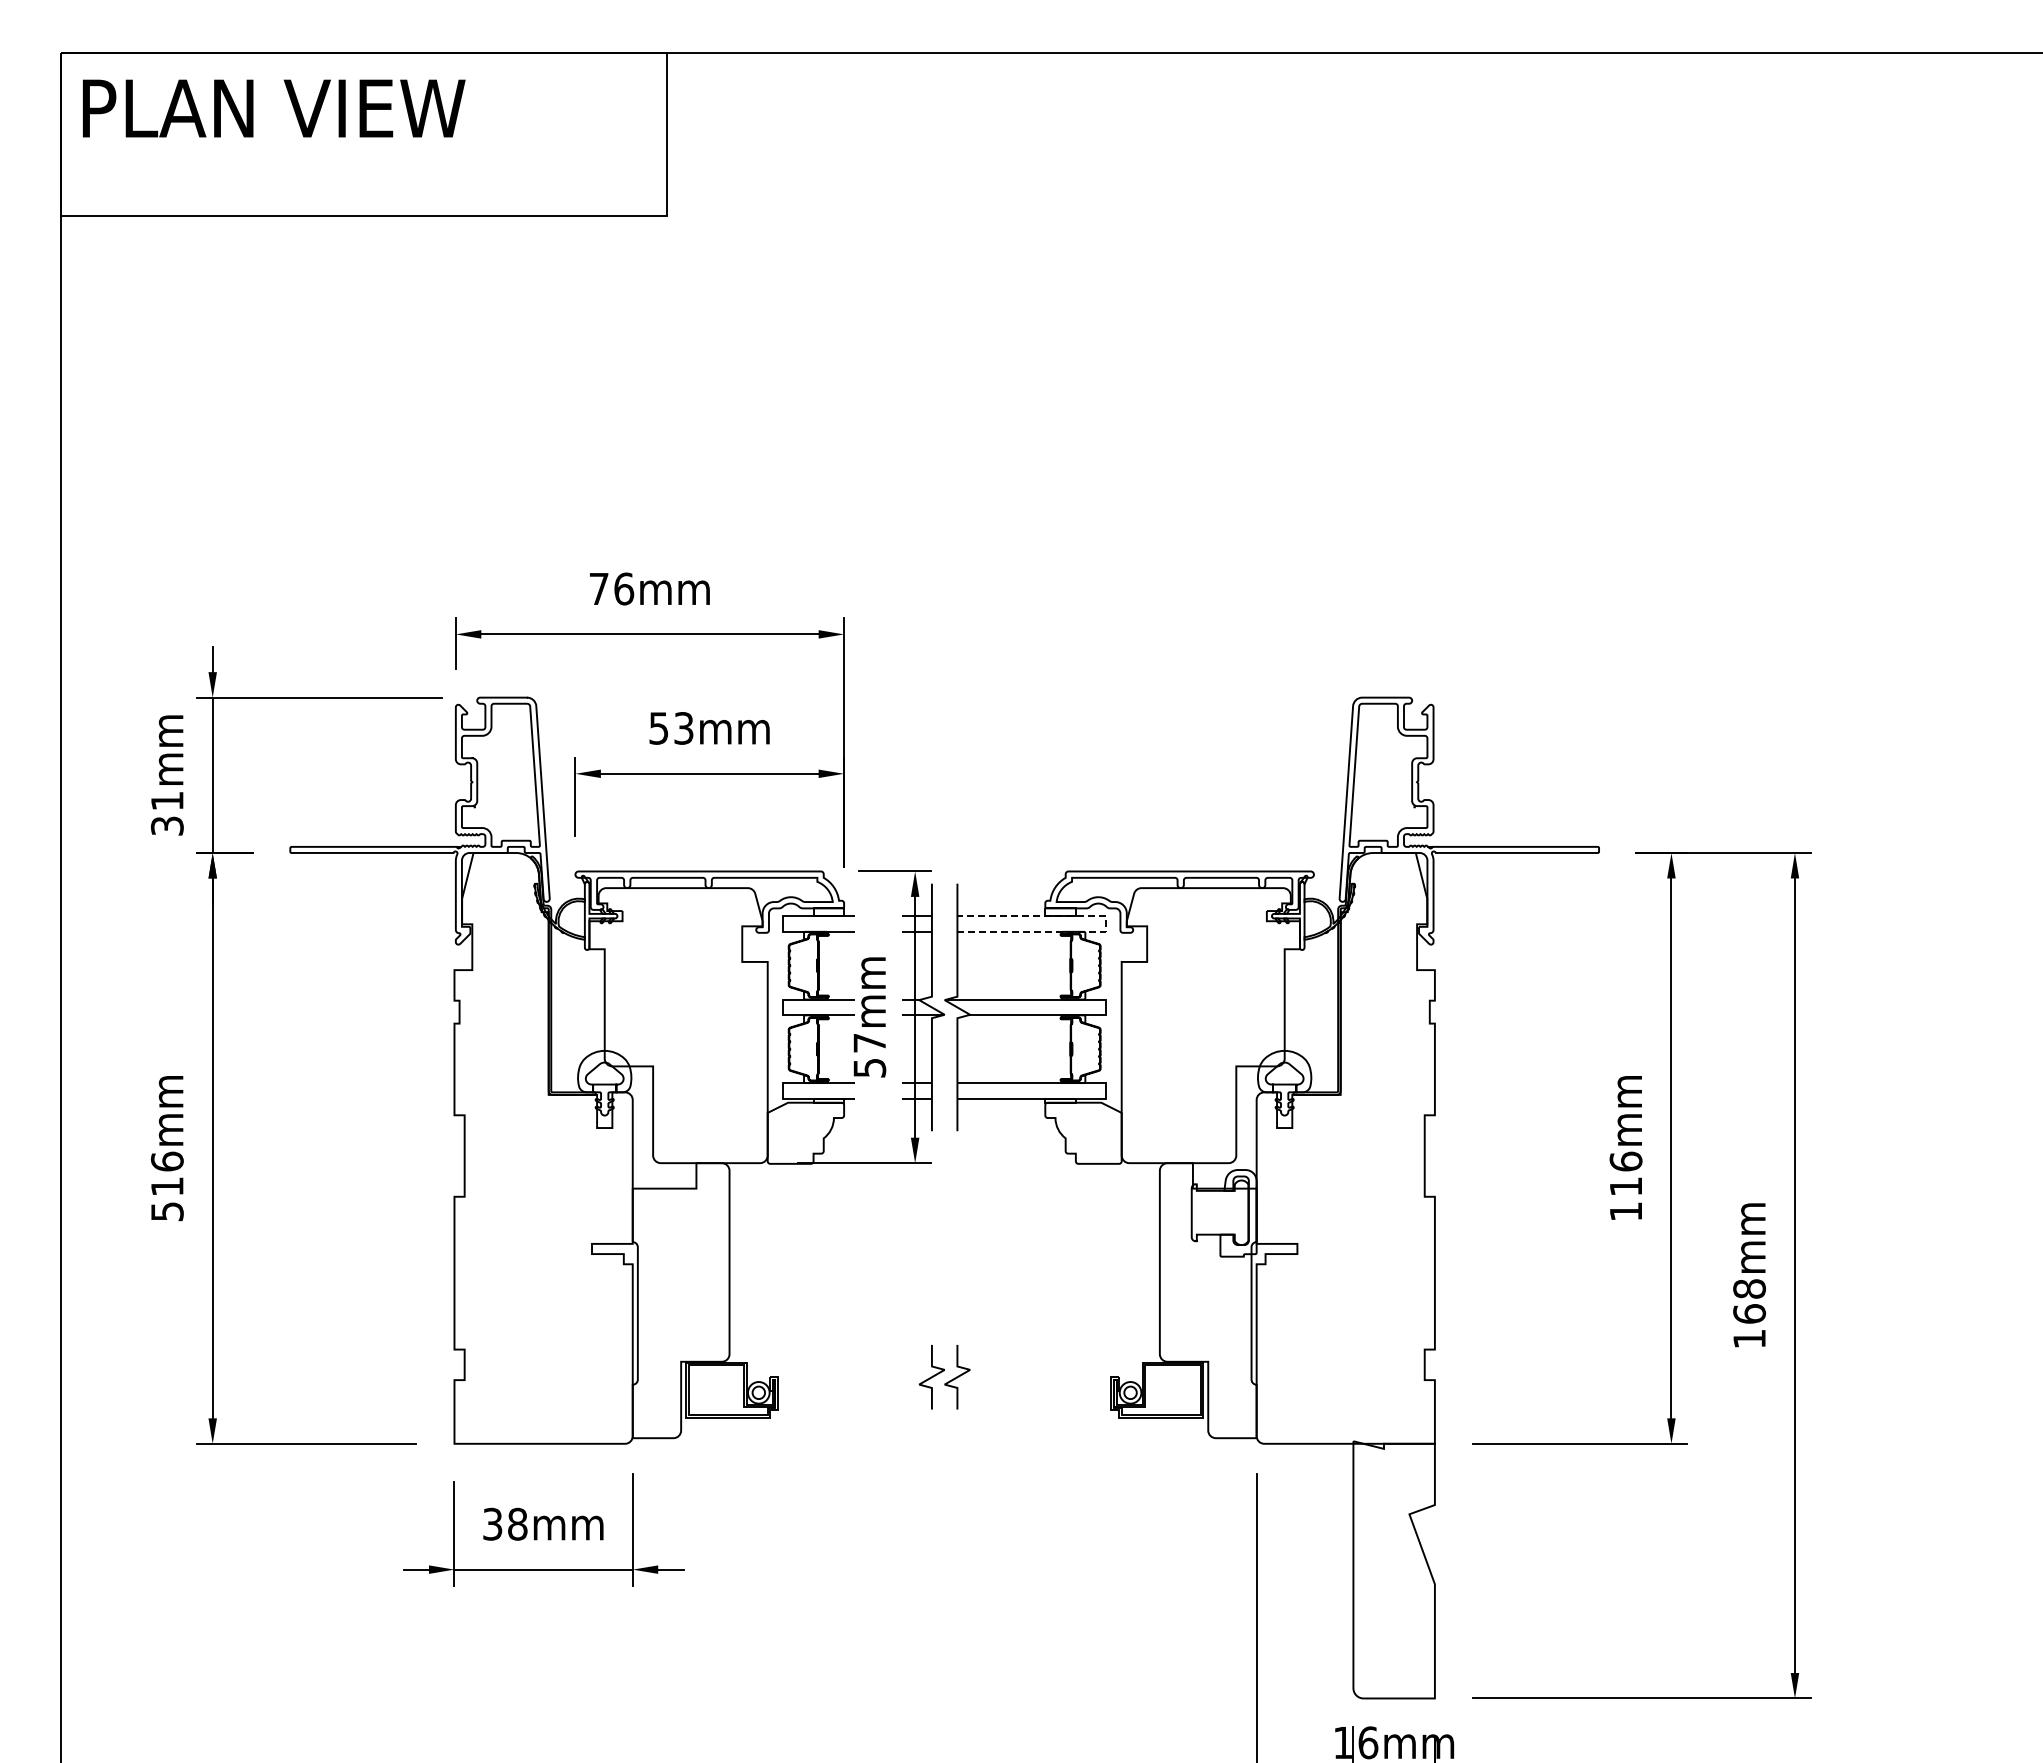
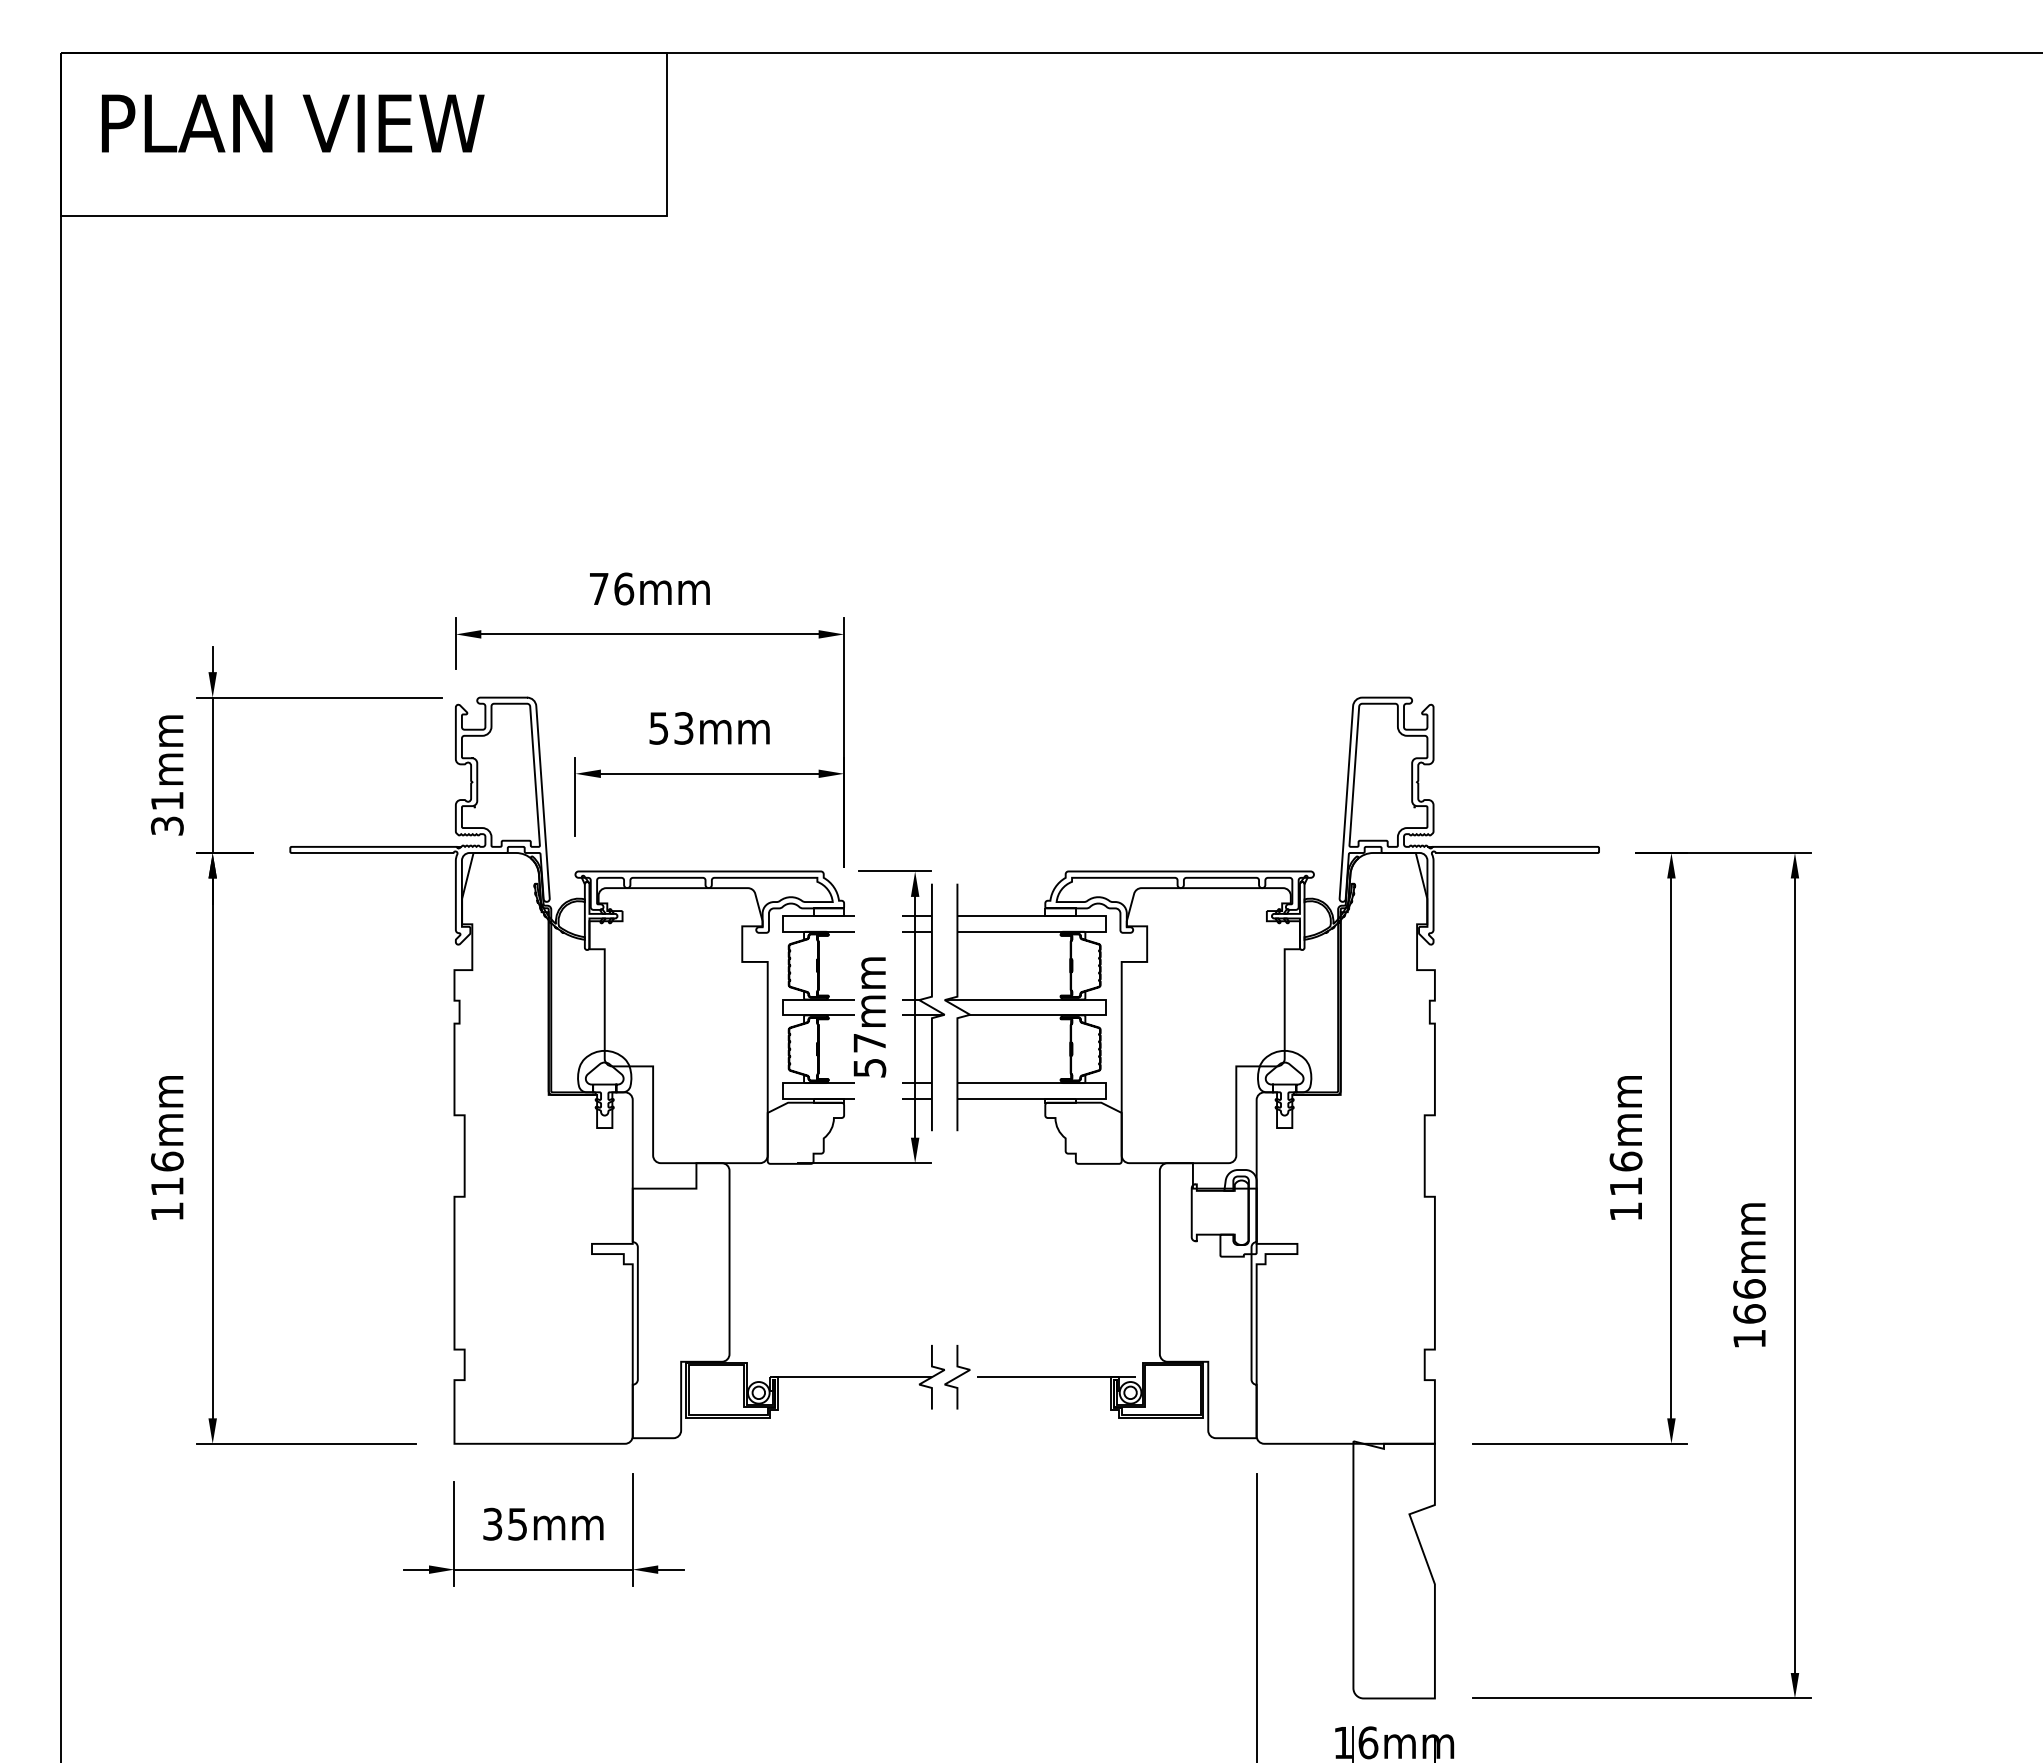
text at (274, 108) position: (274, 108) -> (293, 123)
line at (1106, 923): dashed -> solid
text at (167, 1211): 516mm -> 116mm
text at (1749, 1288): 168mm -> 166mm
line at (842, 1377): none -> present
line at (1046, 1377): none -> present
text at (517, 1523): 38mm -> 35mm
